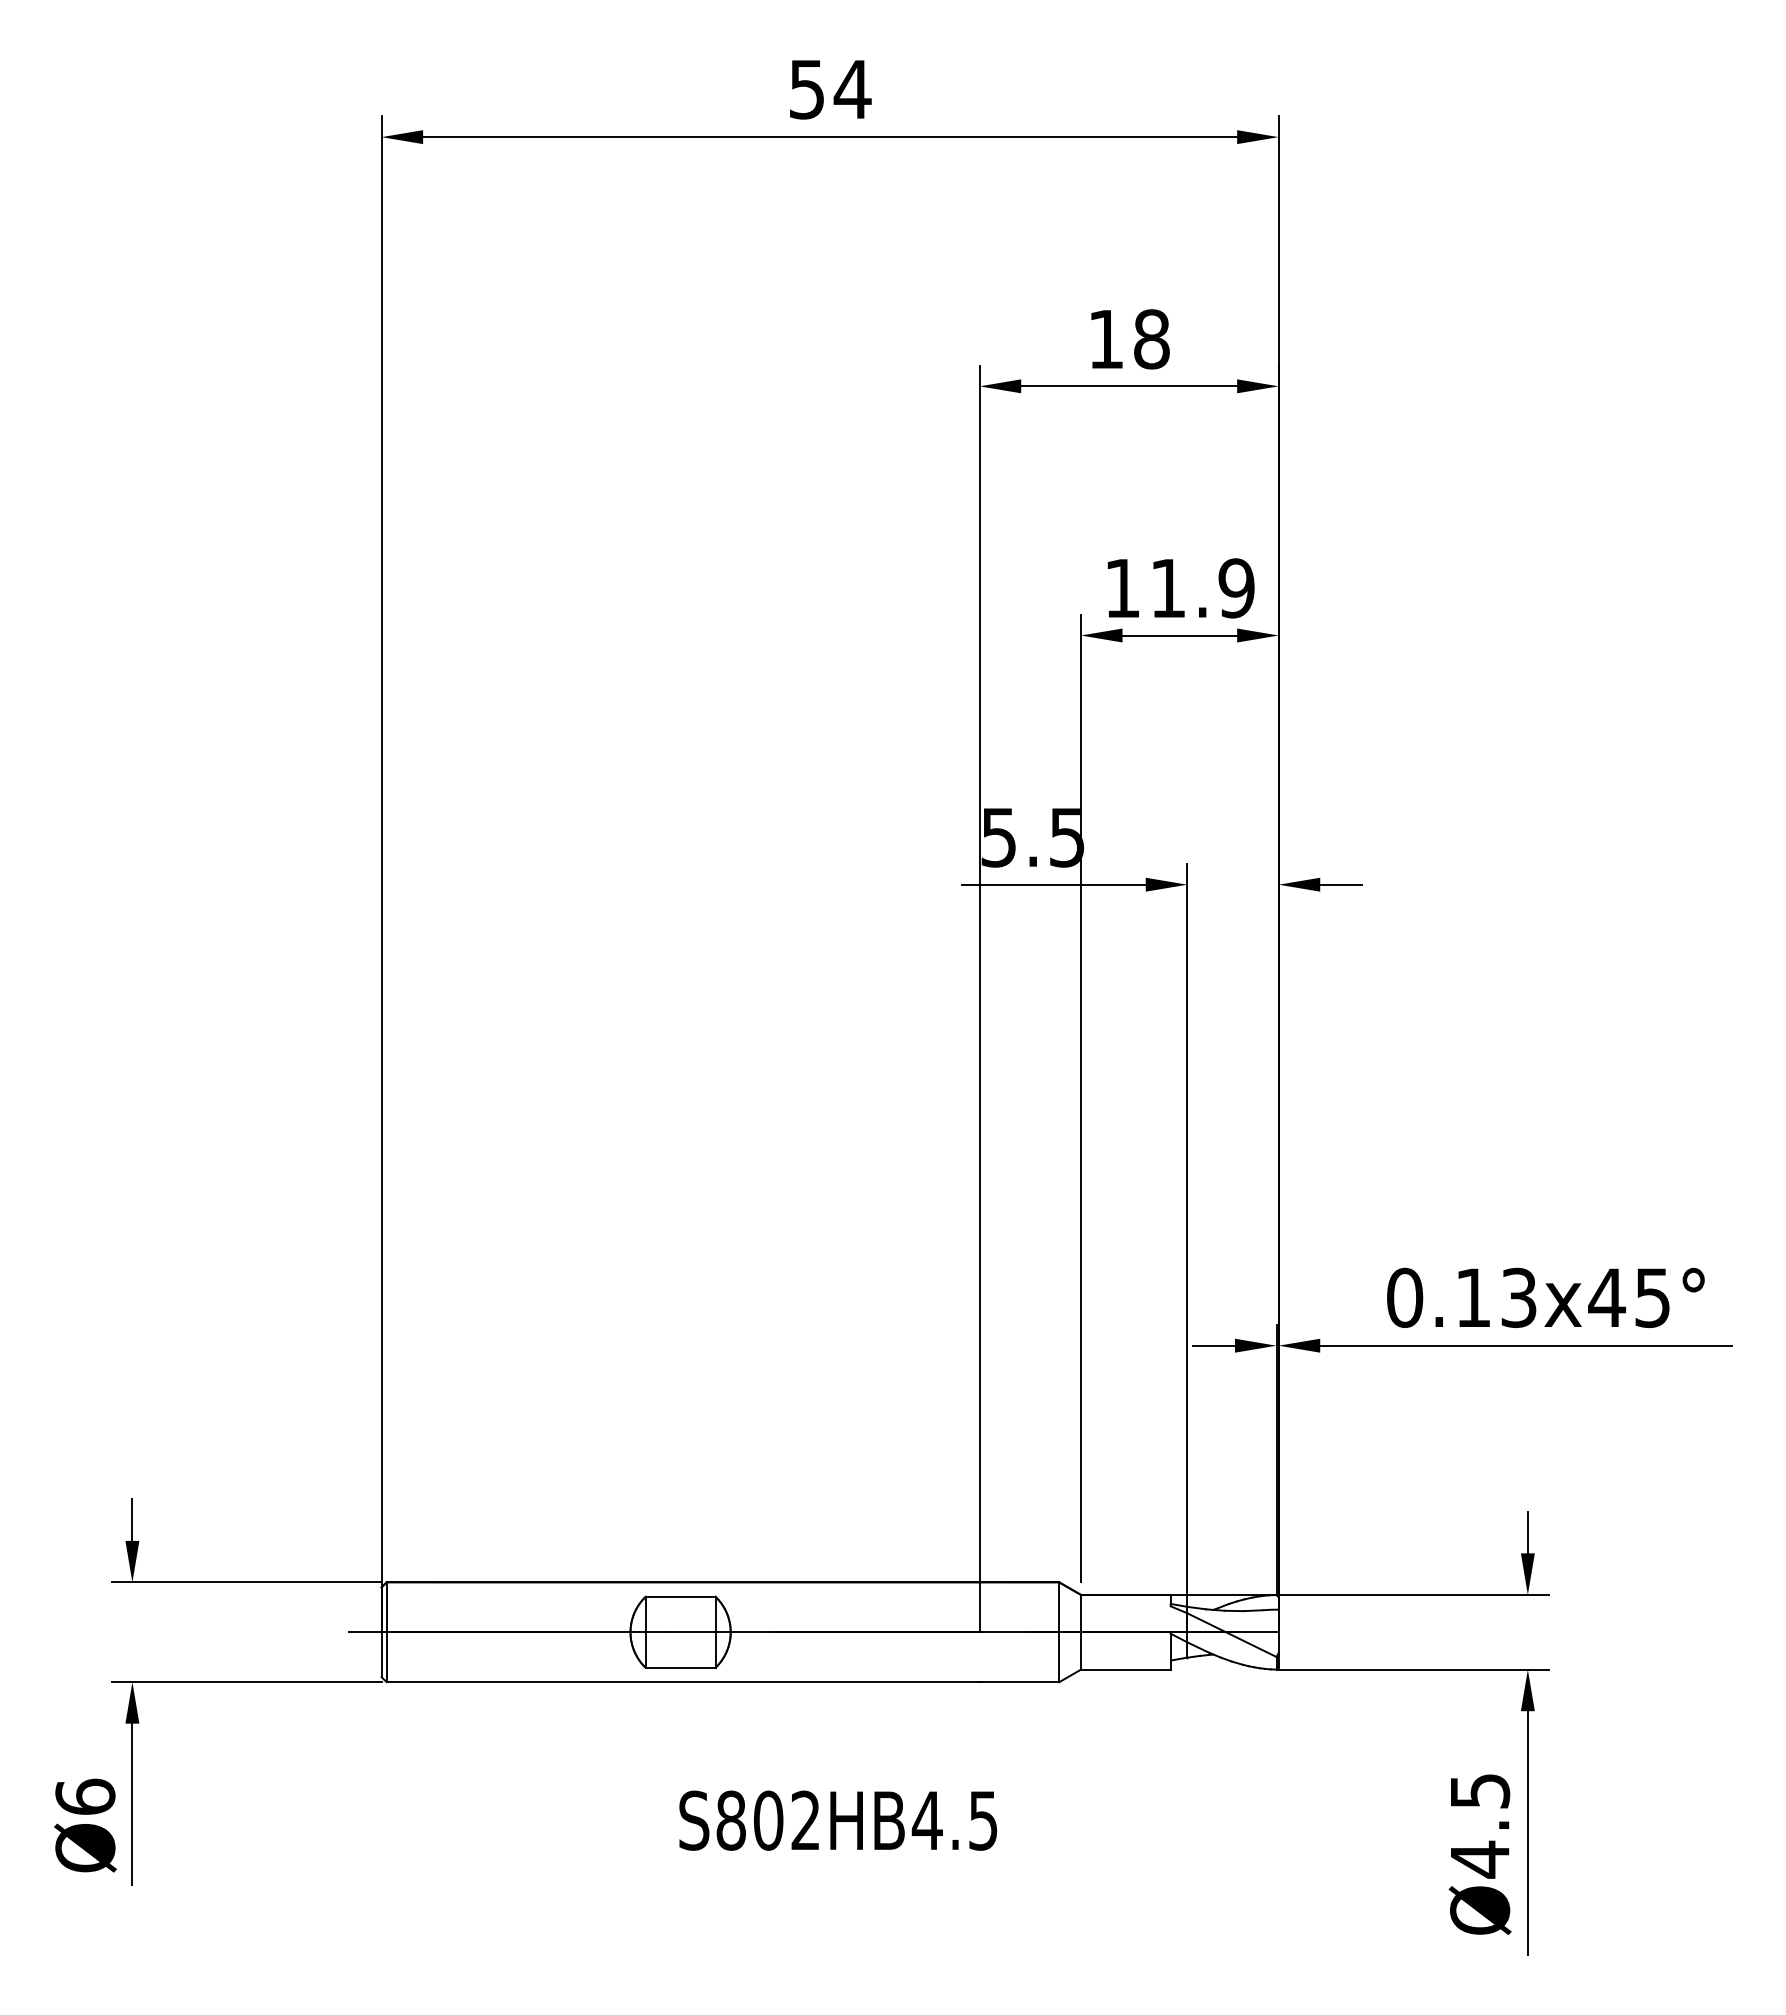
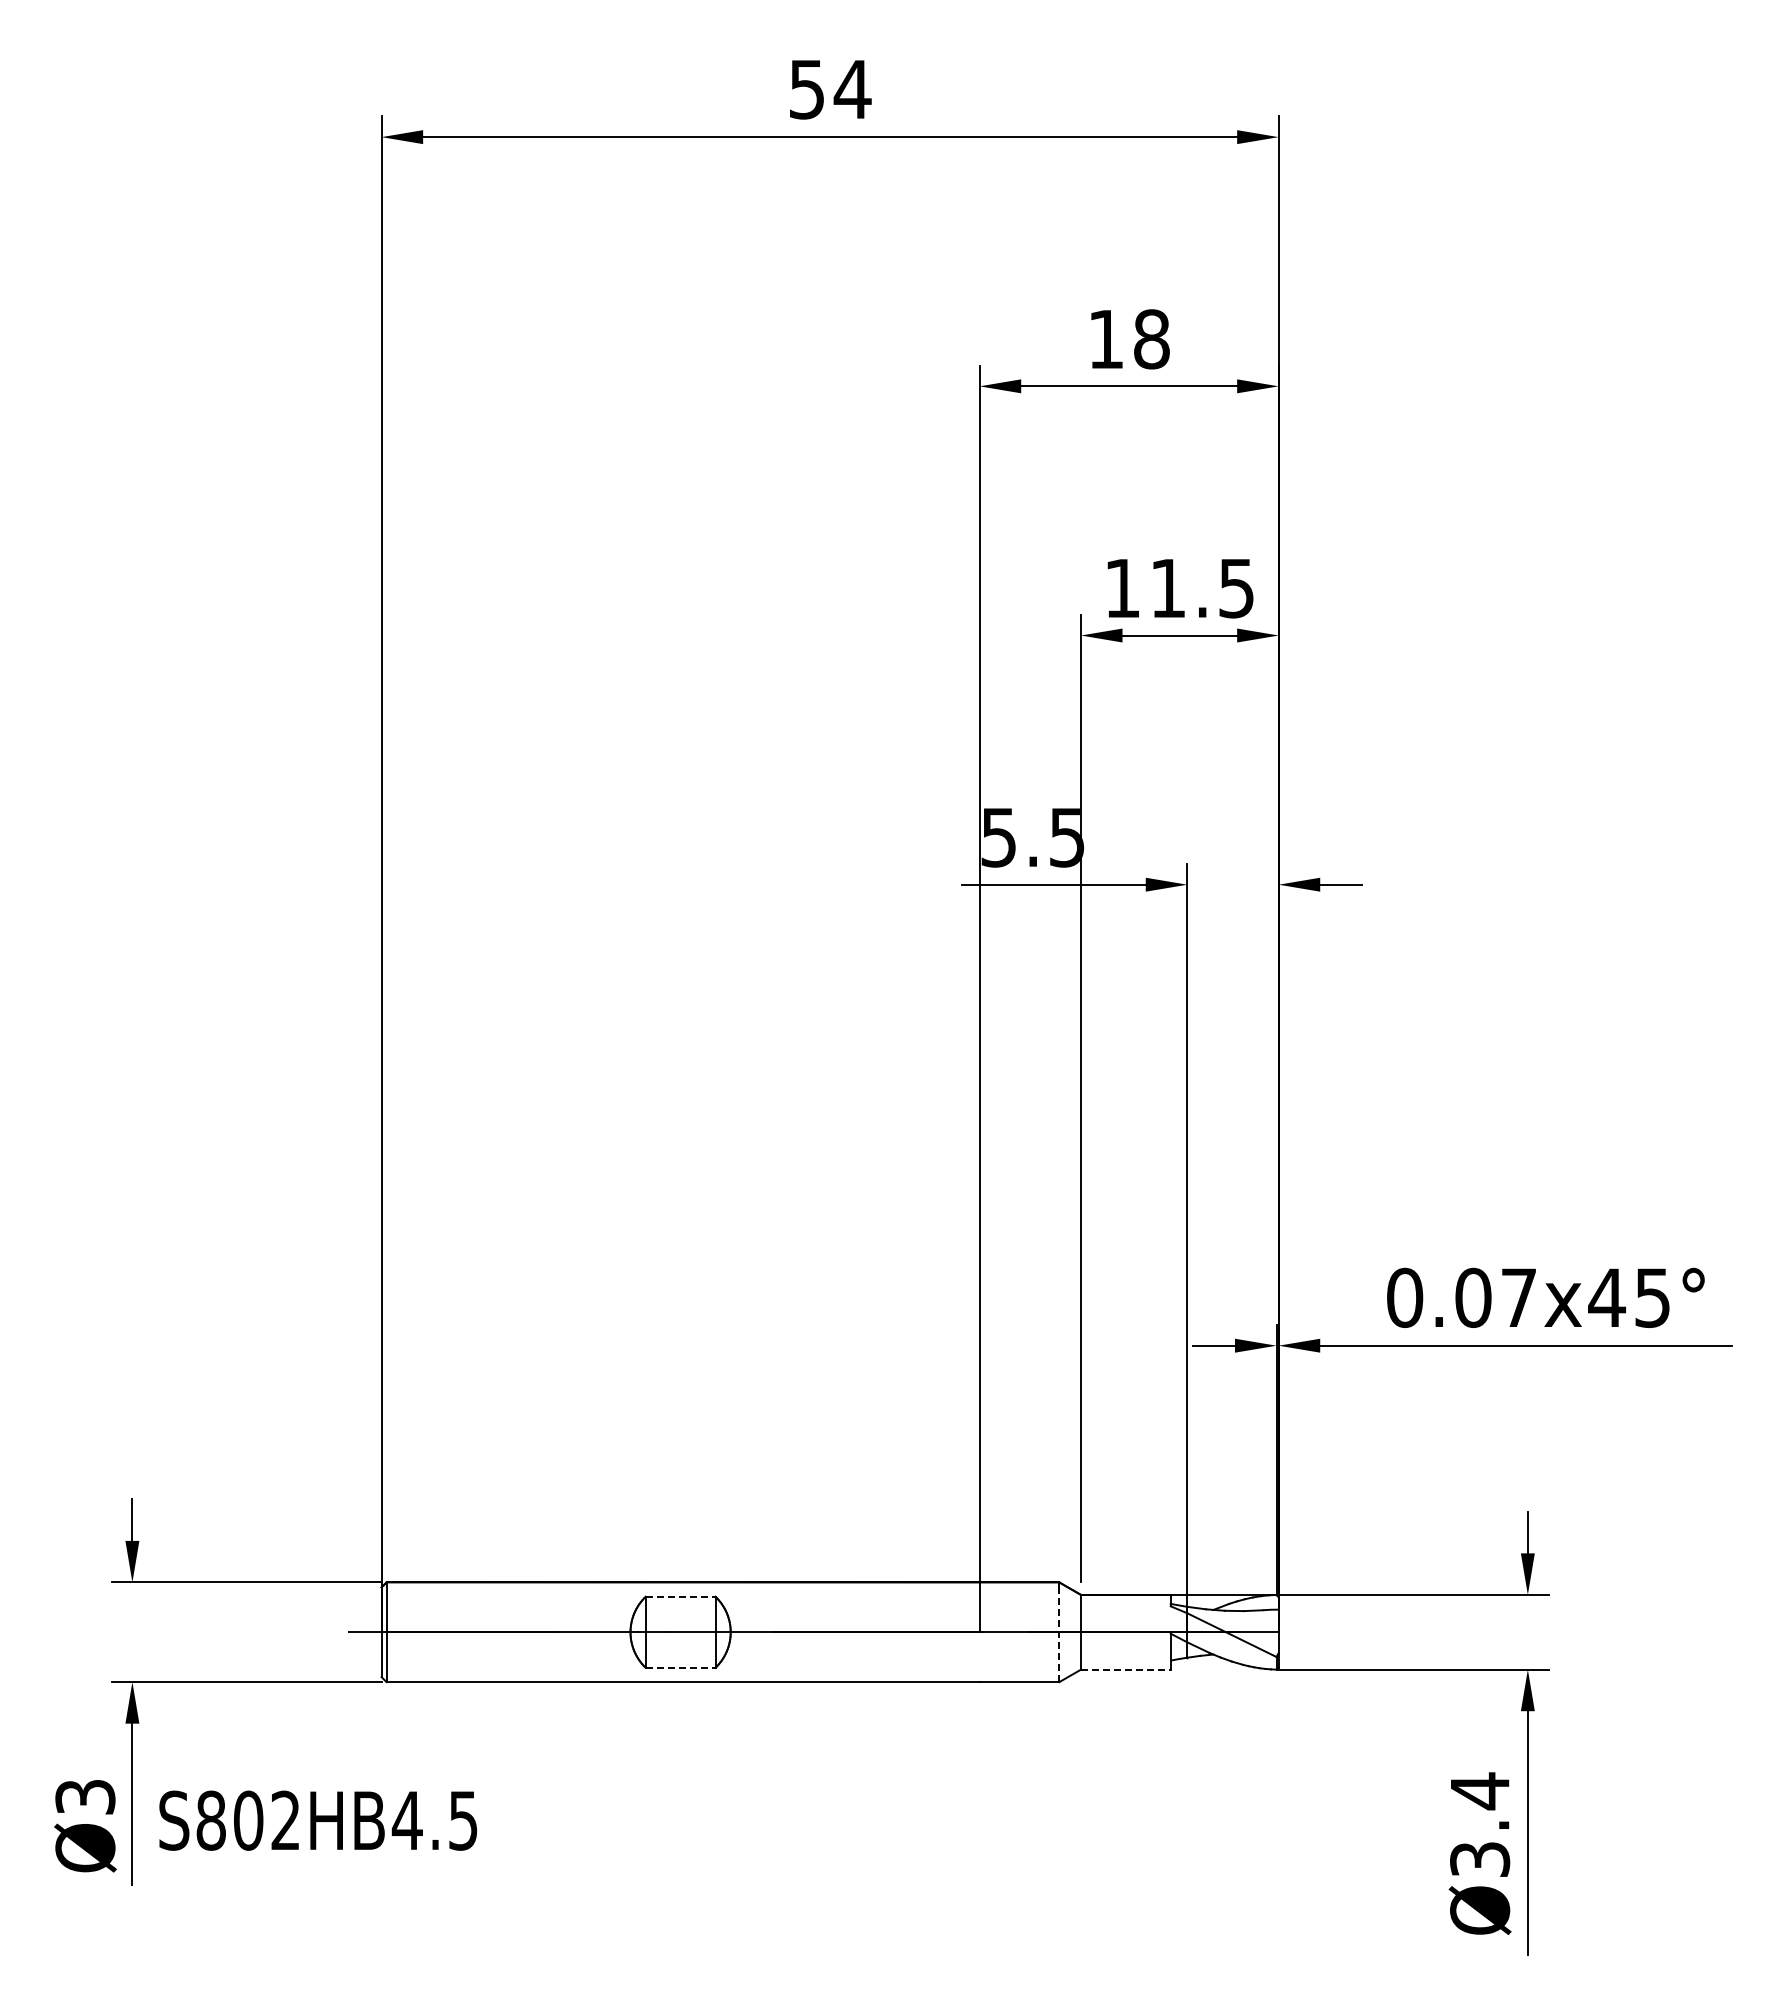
text at (1236, 588): 11.9 -> 11.5
text at (1495, 1297): 0.13x45° -> 0.07x45°
line at (680, 1596): solid -> dashed
line at (1059, 1634): solid -> dashed
line at (680, 1667): solid -> dashed
line at (1125, 1669): solid -> dashed
text at (85, 1796): Ø6 -> Ø3
text at (837, 1820) position: (837, 1820) -> (317, 1820)
text at (1480, 1825): Ø4.5 -> Ø3.4
